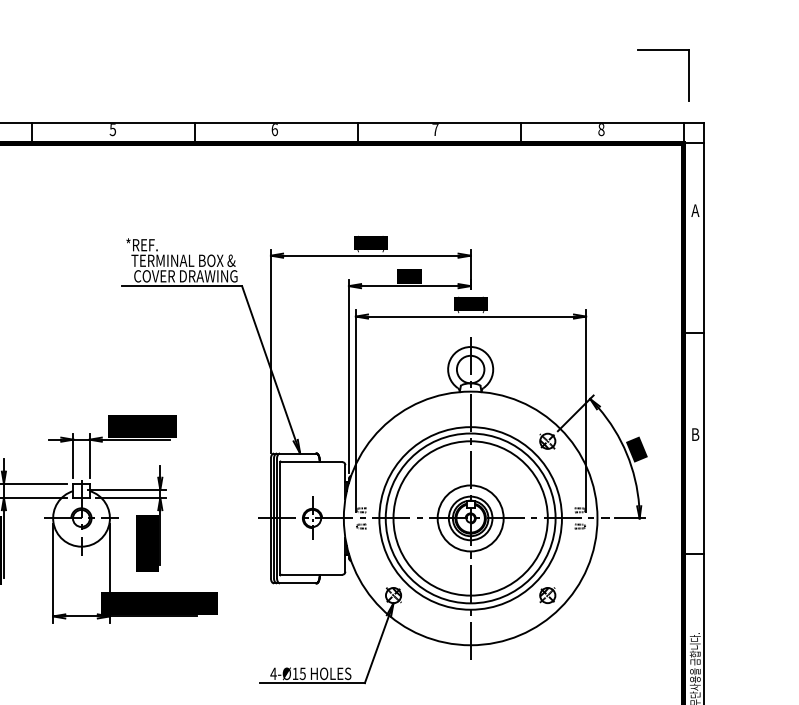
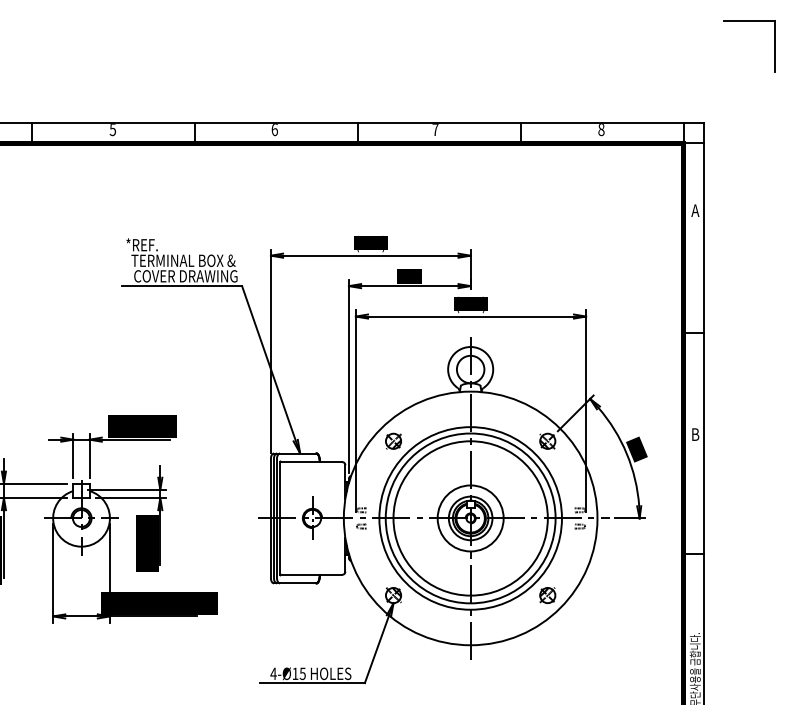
part at (663, 50) position: (663, 50) -> (749, 21)
part at (393, 440): none -> present
